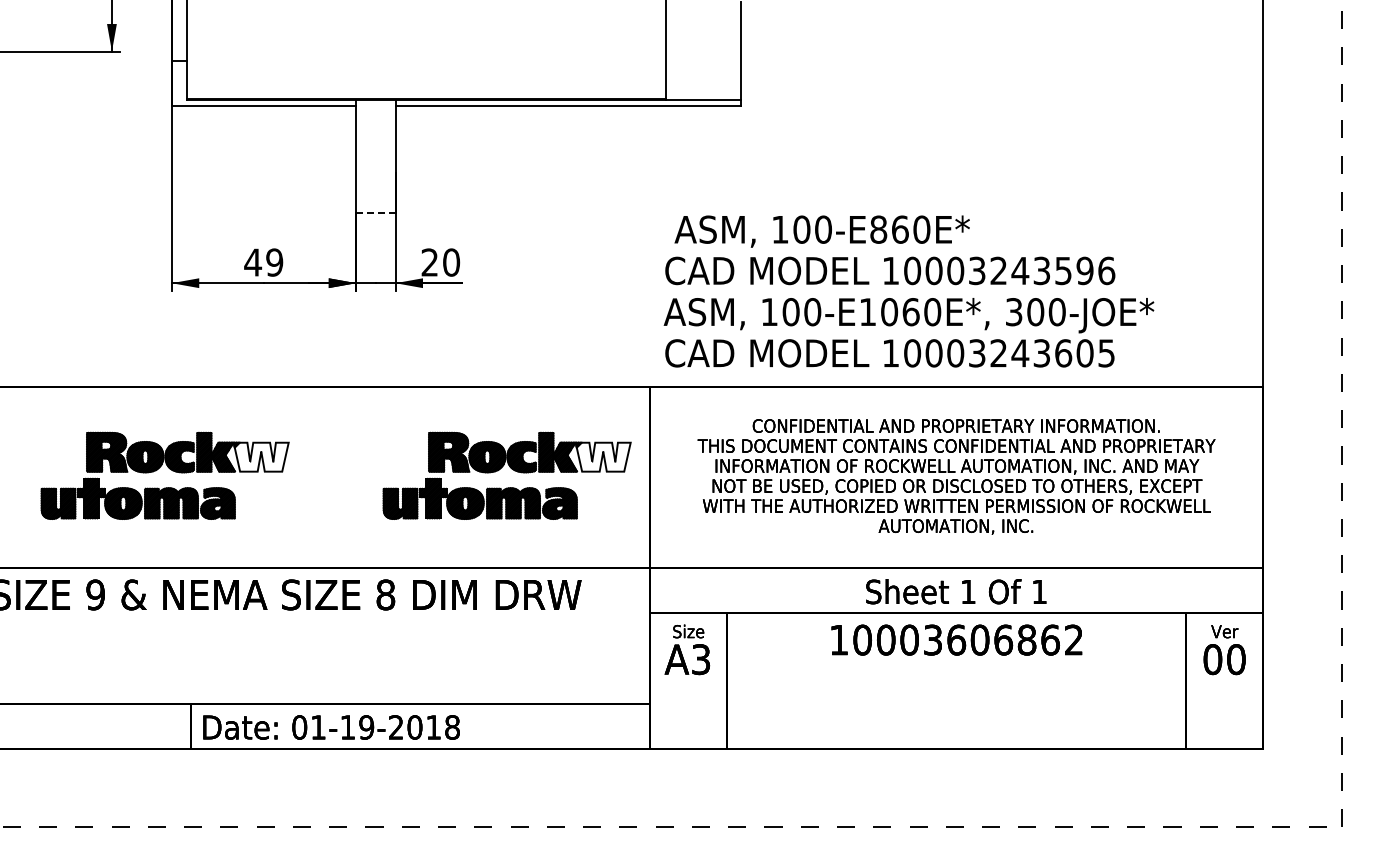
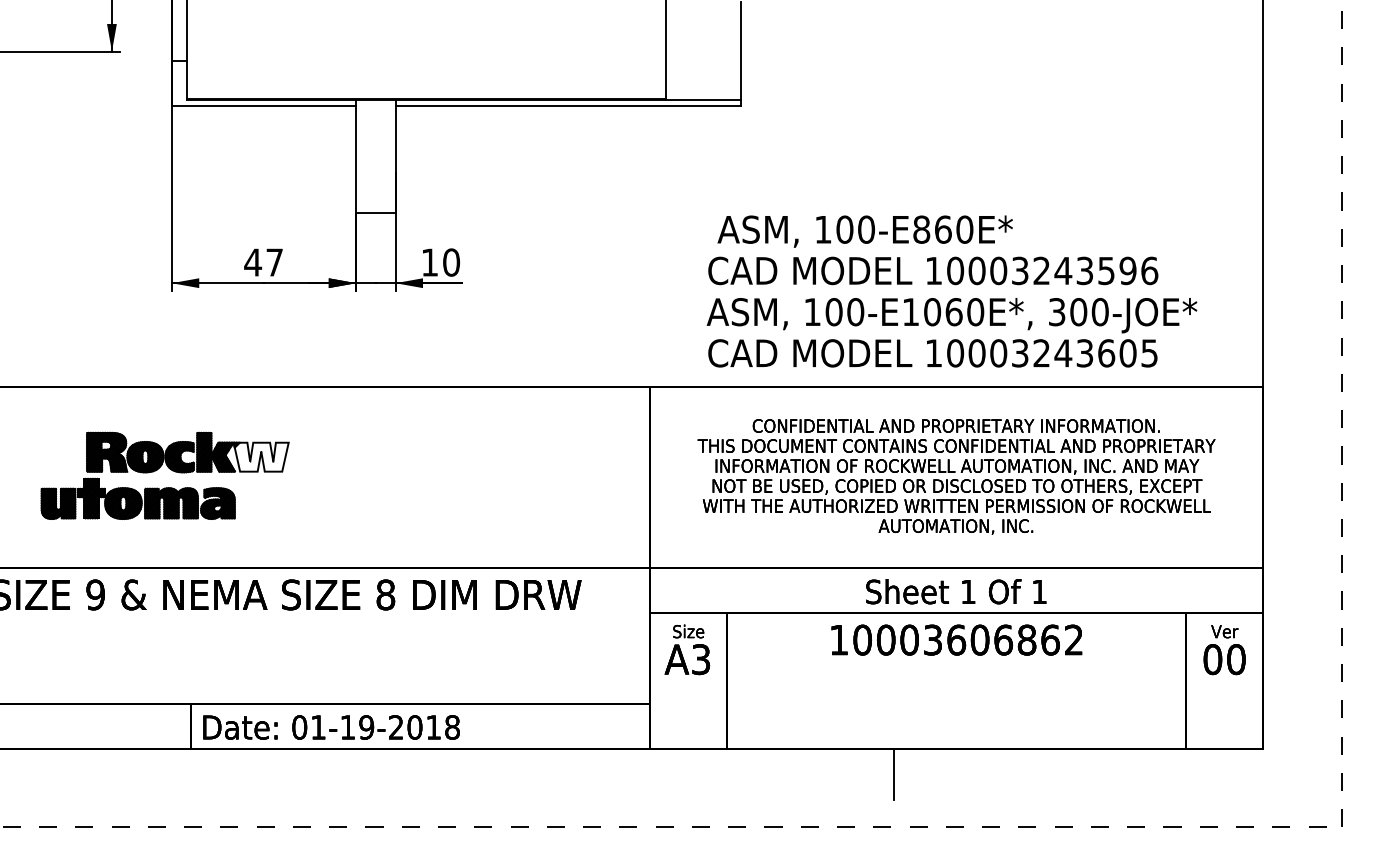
line at (375, 212): dashed -> solid
text at (274, 262): 49 -> 47
text at (429, 262): 20 -> 10
text at (908, 291) position: (908, 291) -> (951, 291)
part at (511, 469): present -> none
line at (893, 773): none -> present
